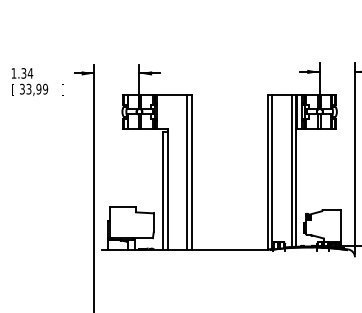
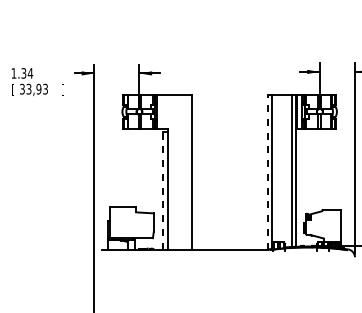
text at (45, 89): 33,99 -> 33,93
line at (267, 171): solid -> dashed
line at (187, 172): present -> none
line at (163, 190): solid -> dashed
